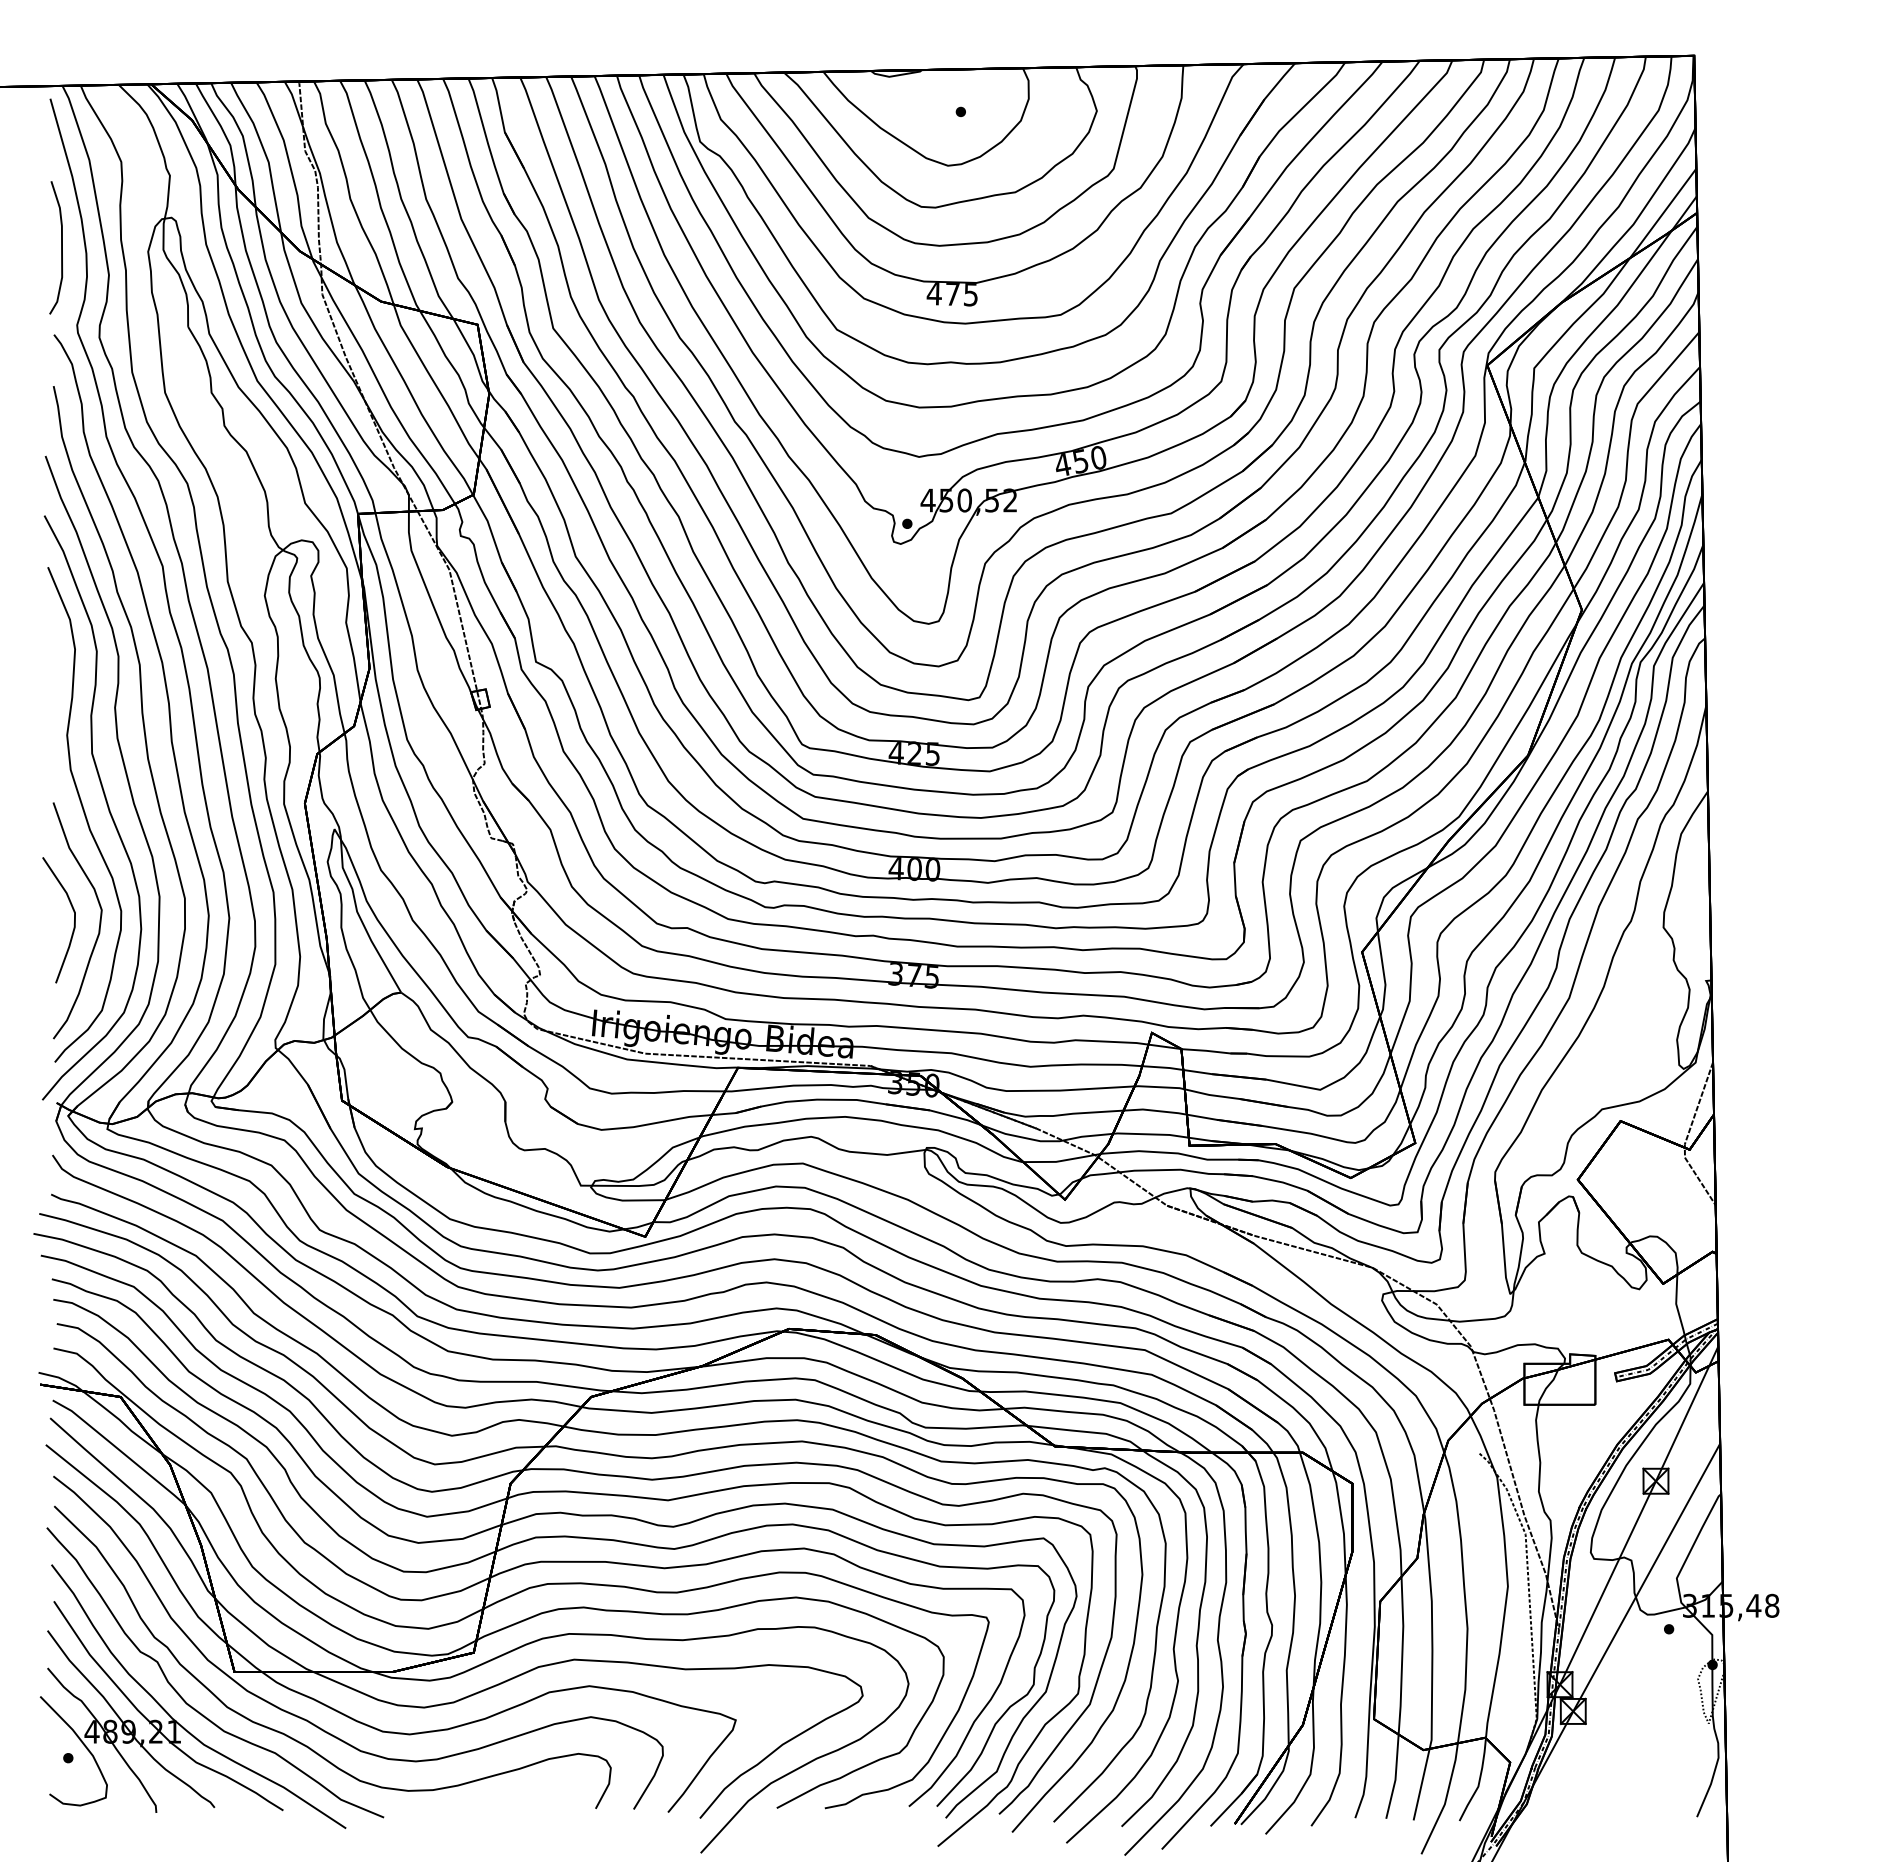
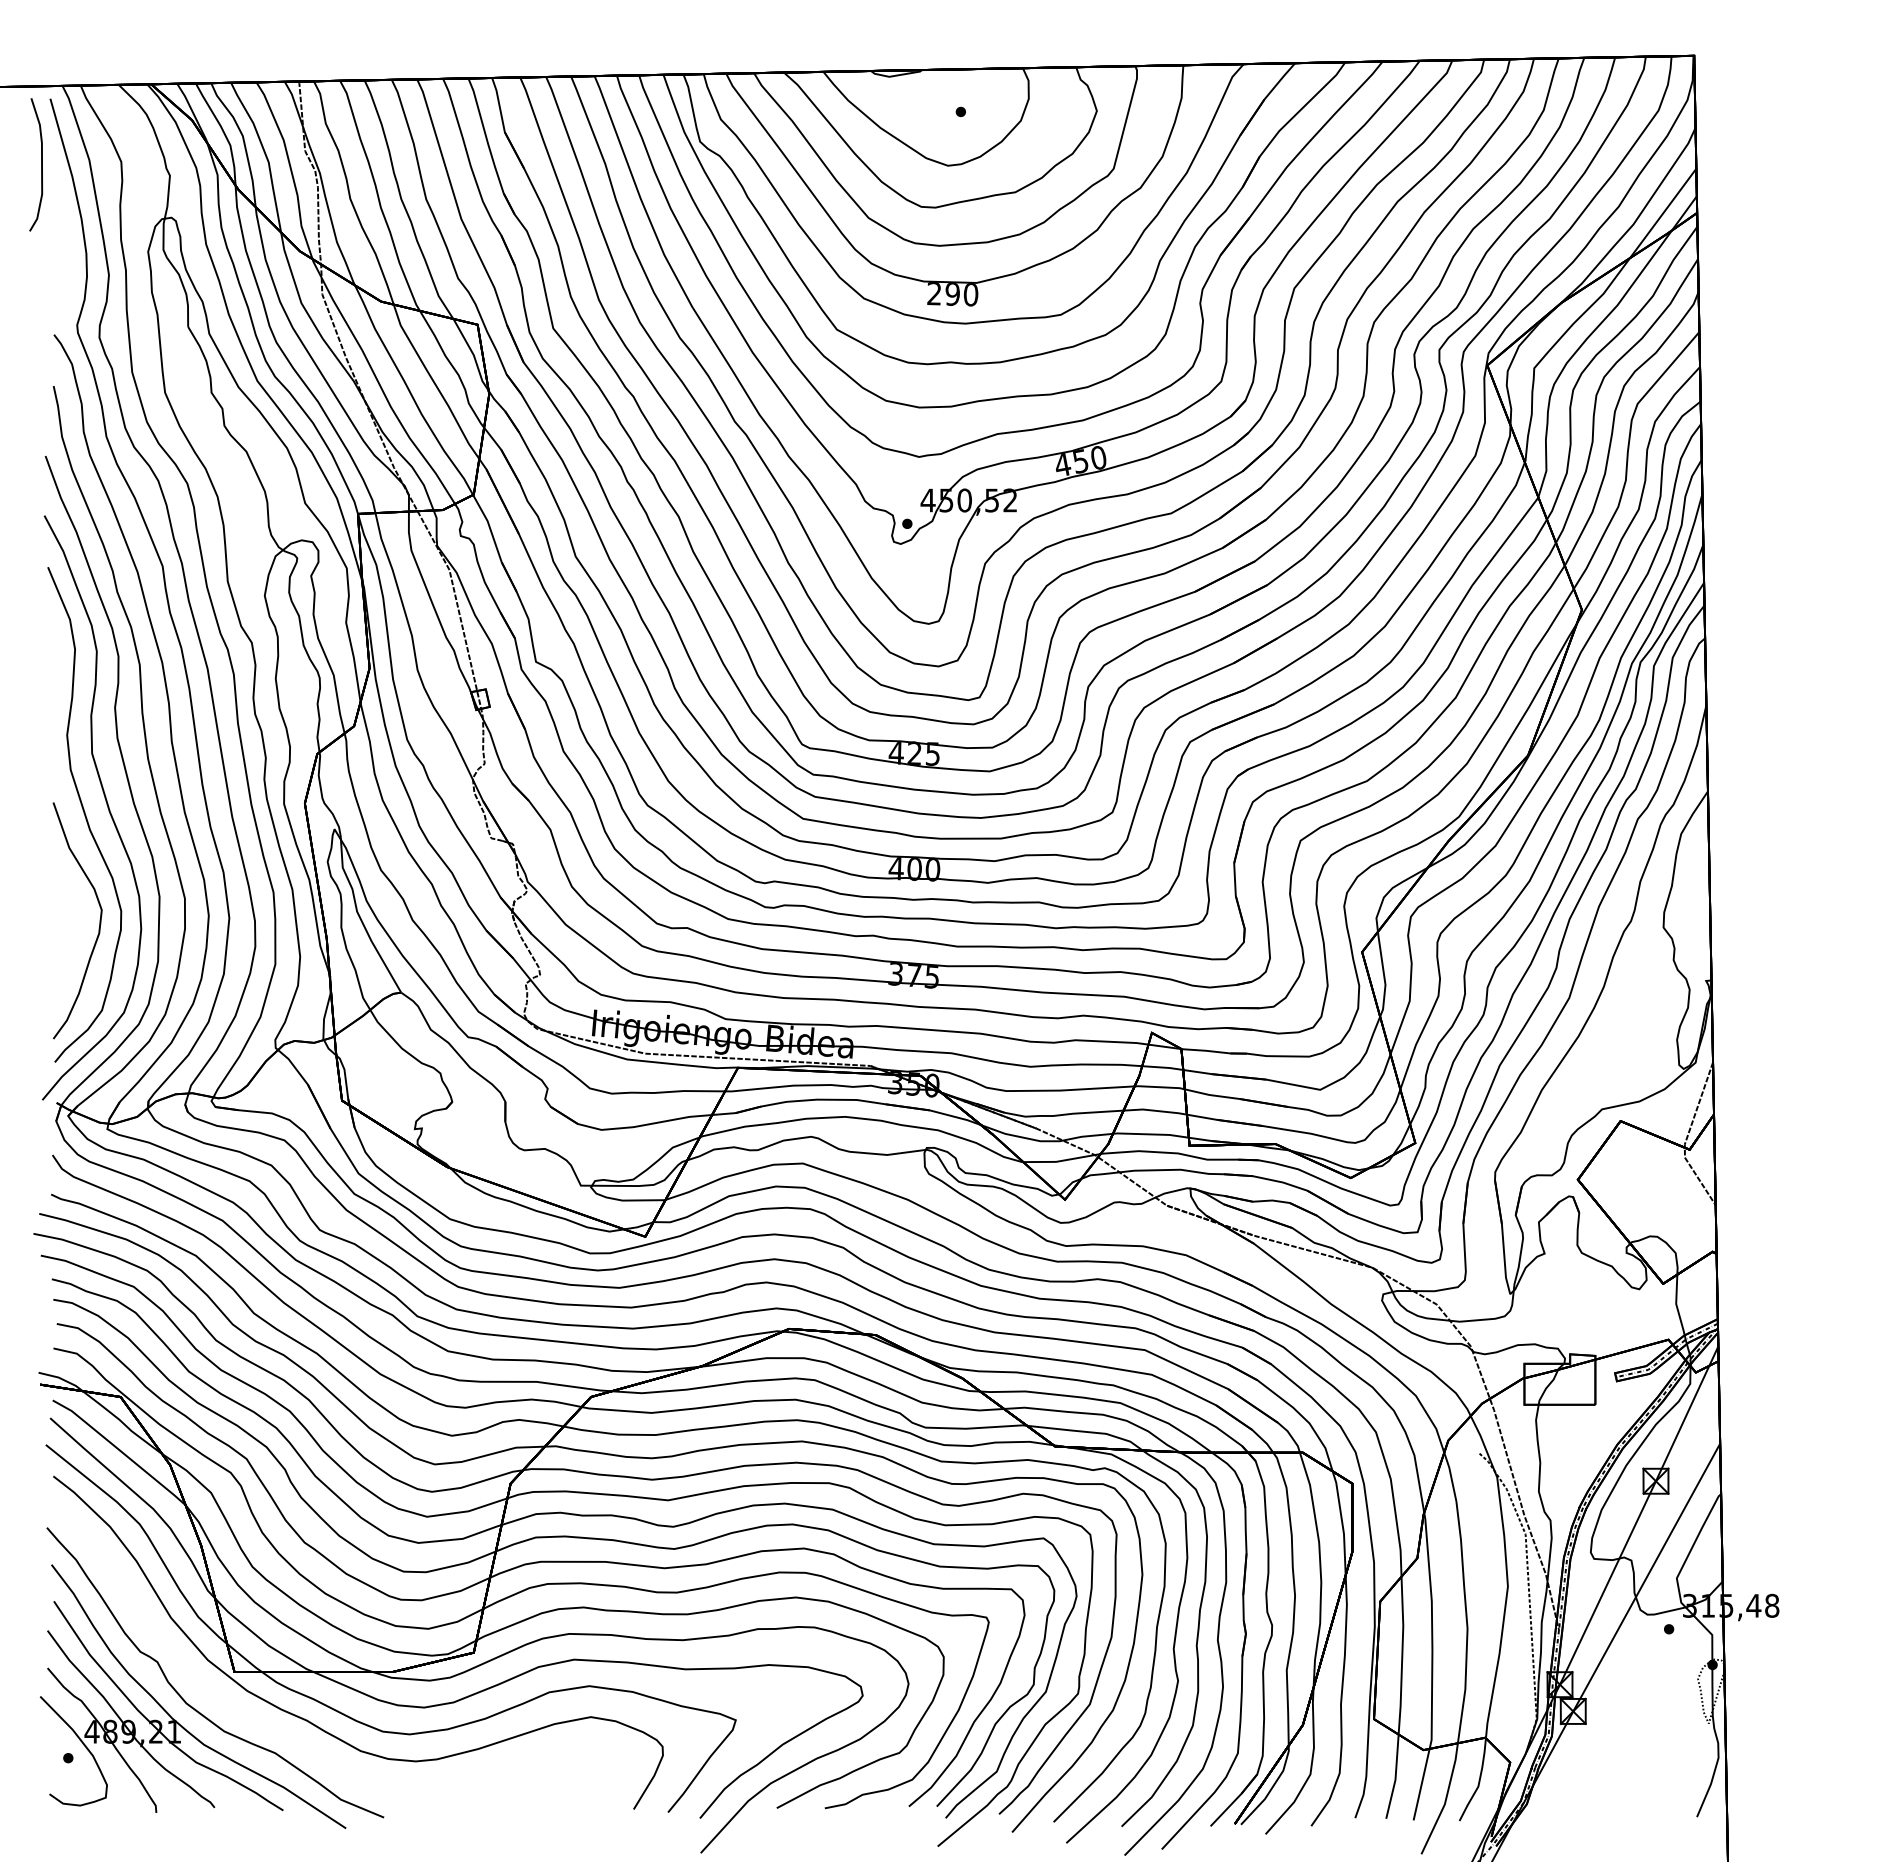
curve at (61, 247) position: (61, 247) -> (41, 164)
text at (952, 294): 475 -> 290
curve at (73, 925): present -> none
curve at (285, 1733): present -> none
